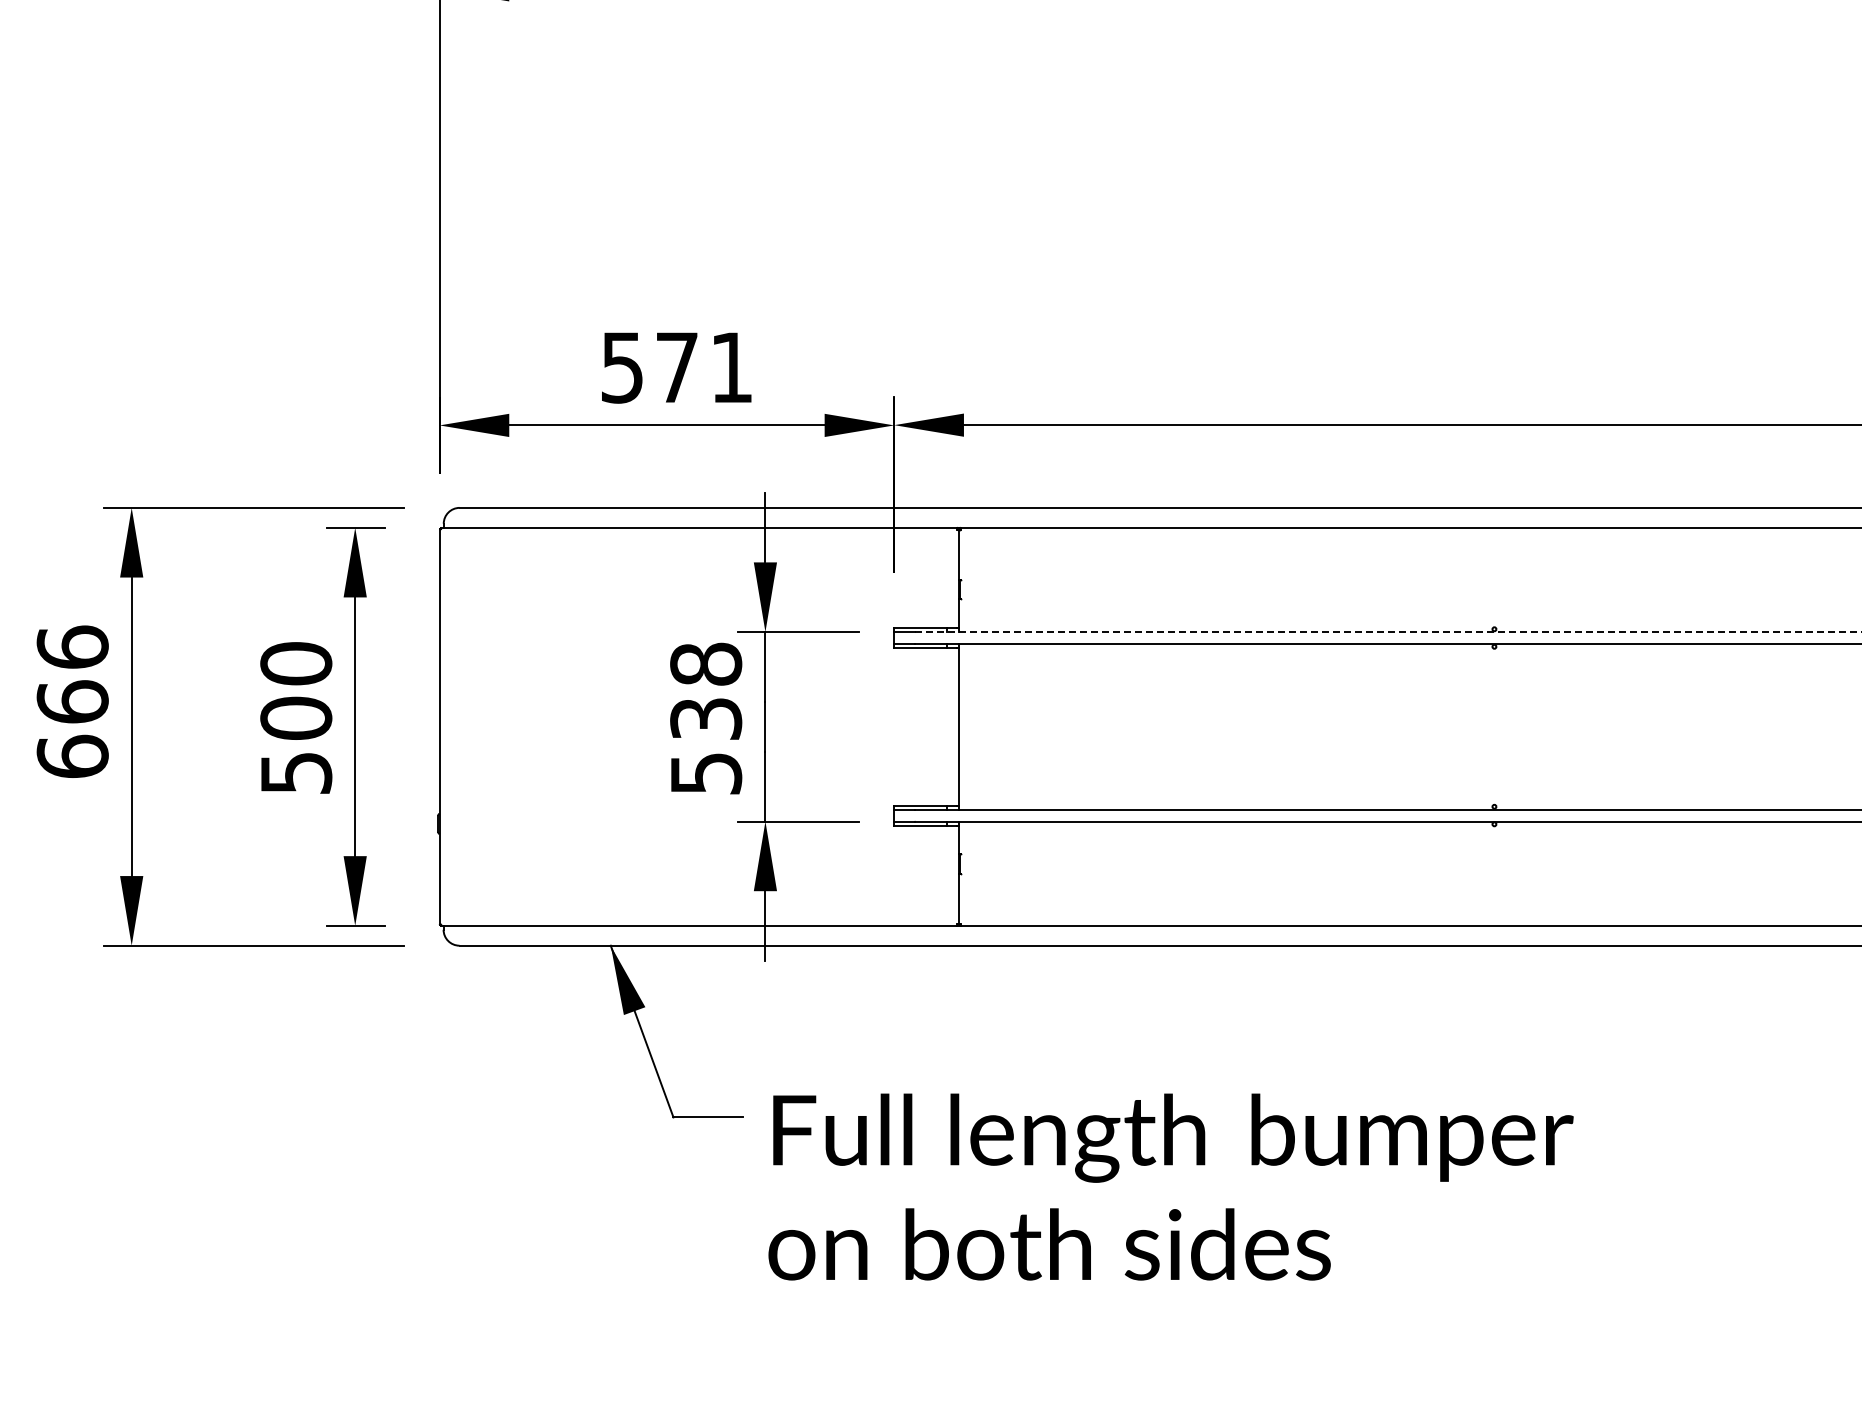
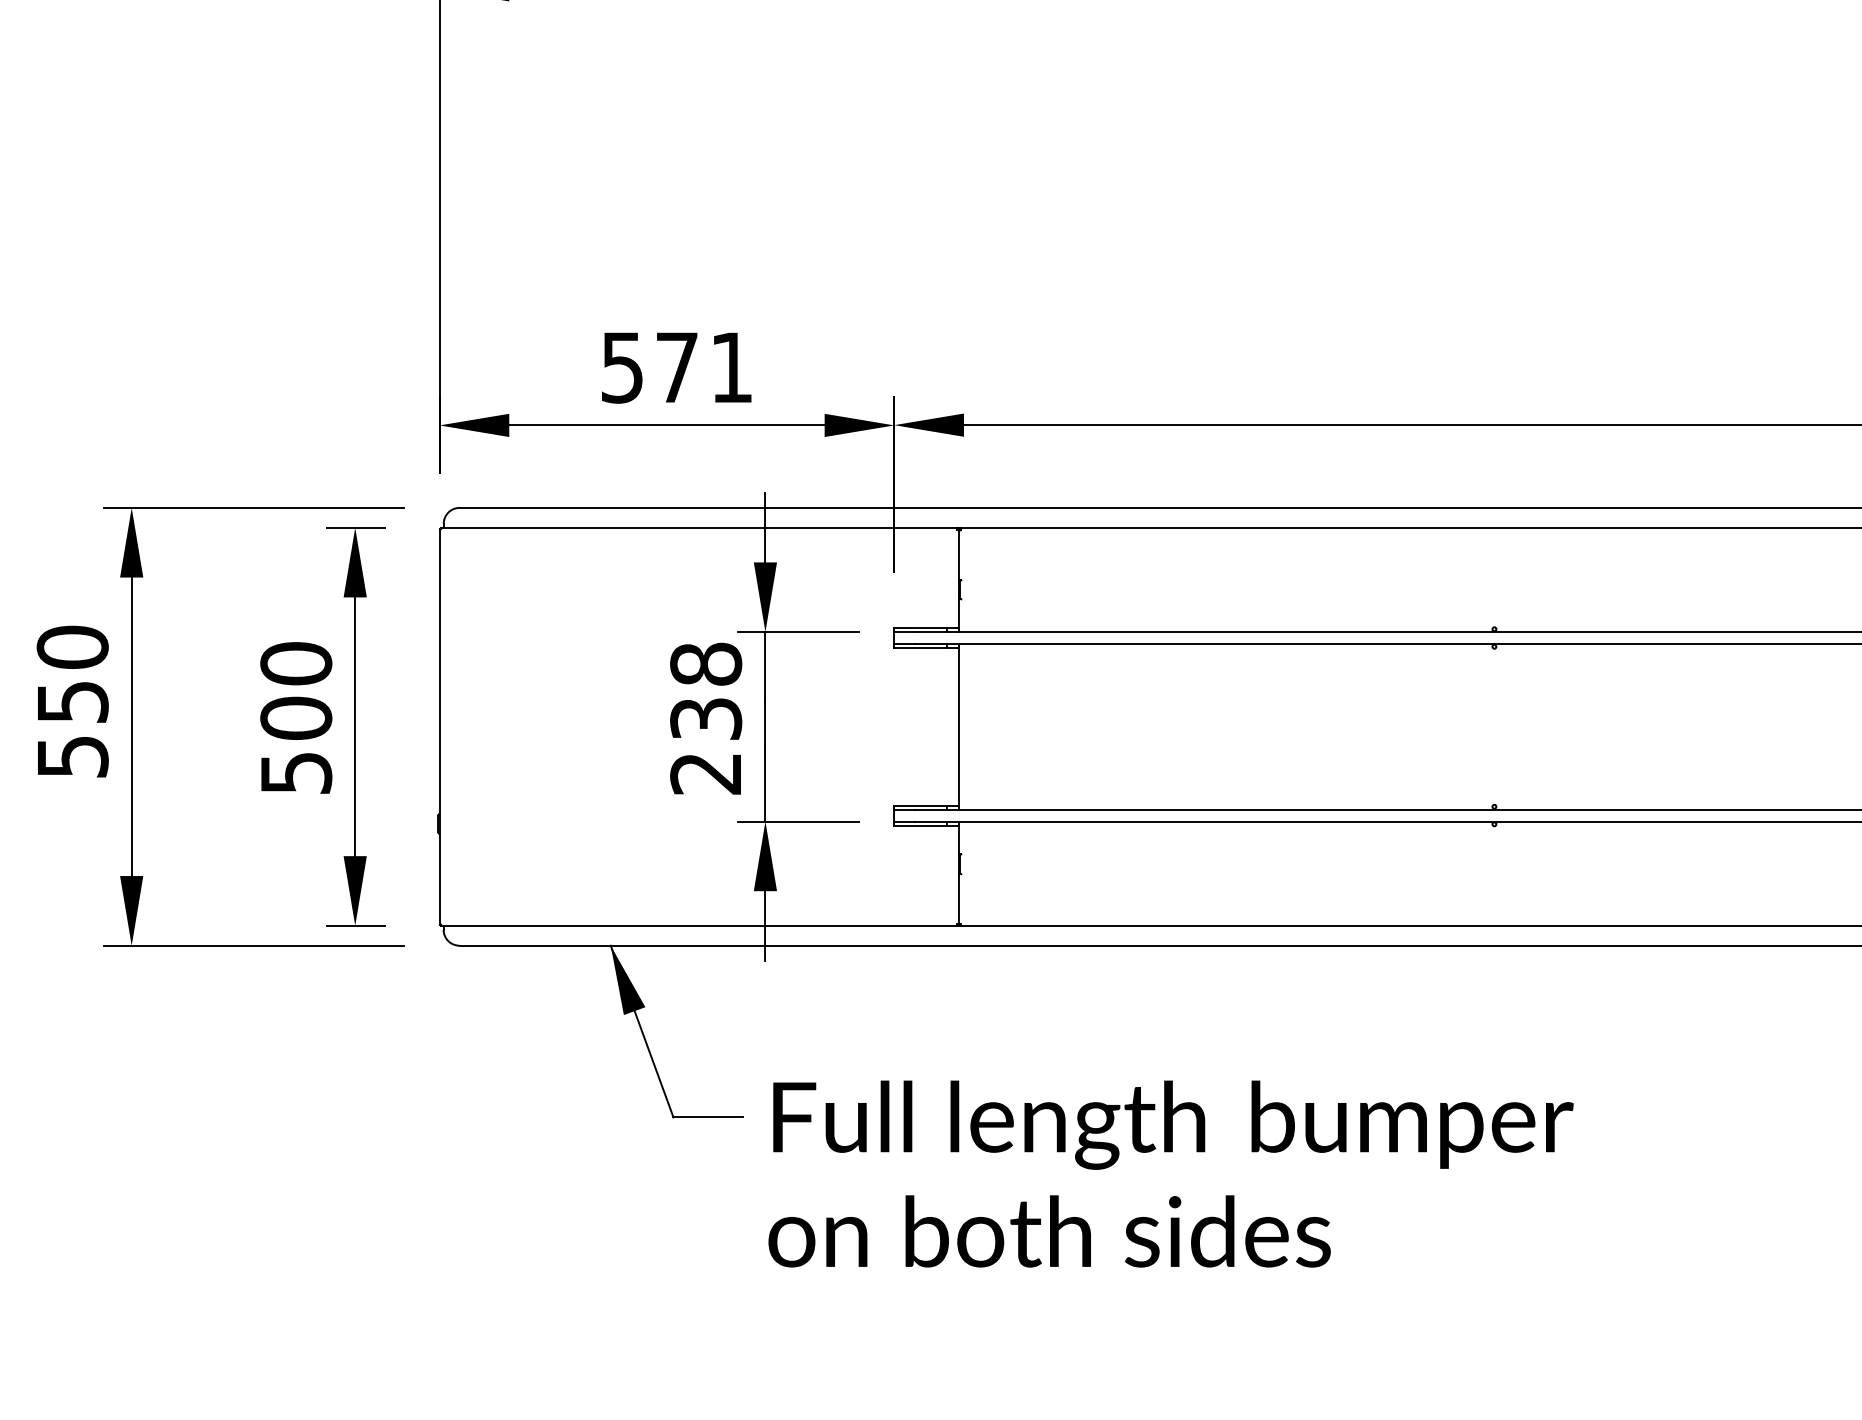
line at (1388, 632): dashed -> solid
text at (72, 701): 666 -> 550
text at (706, 773): 538 -> 238
text at (1170, 1186) position: (1170, 1186) -> (1170, 1173)
